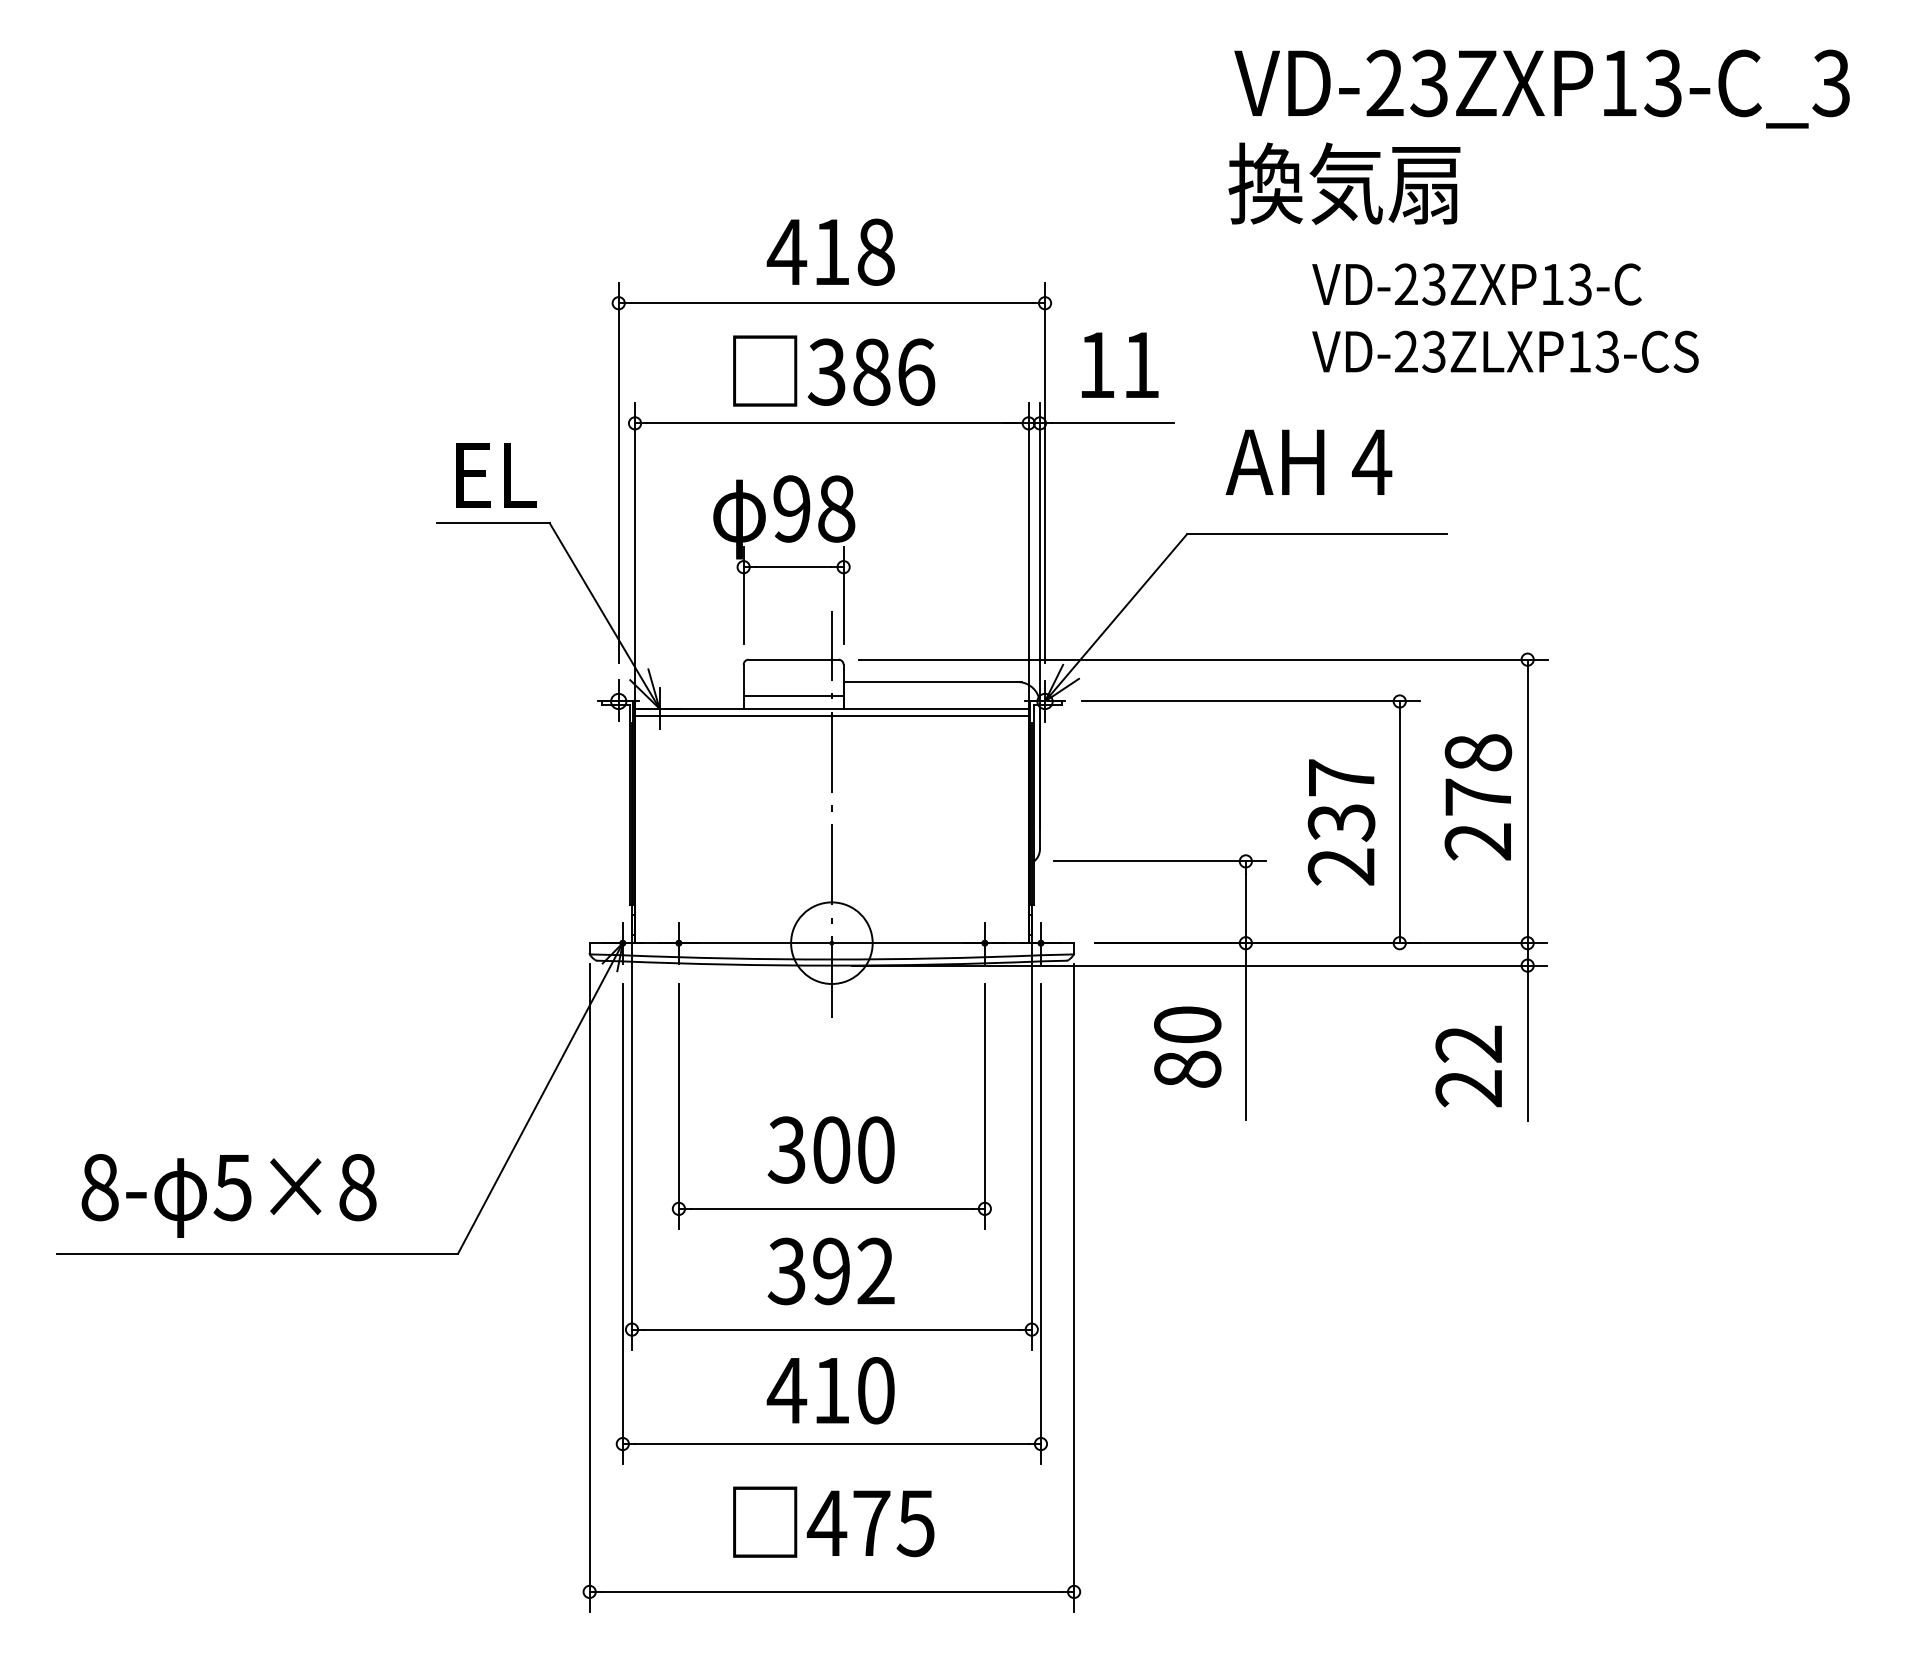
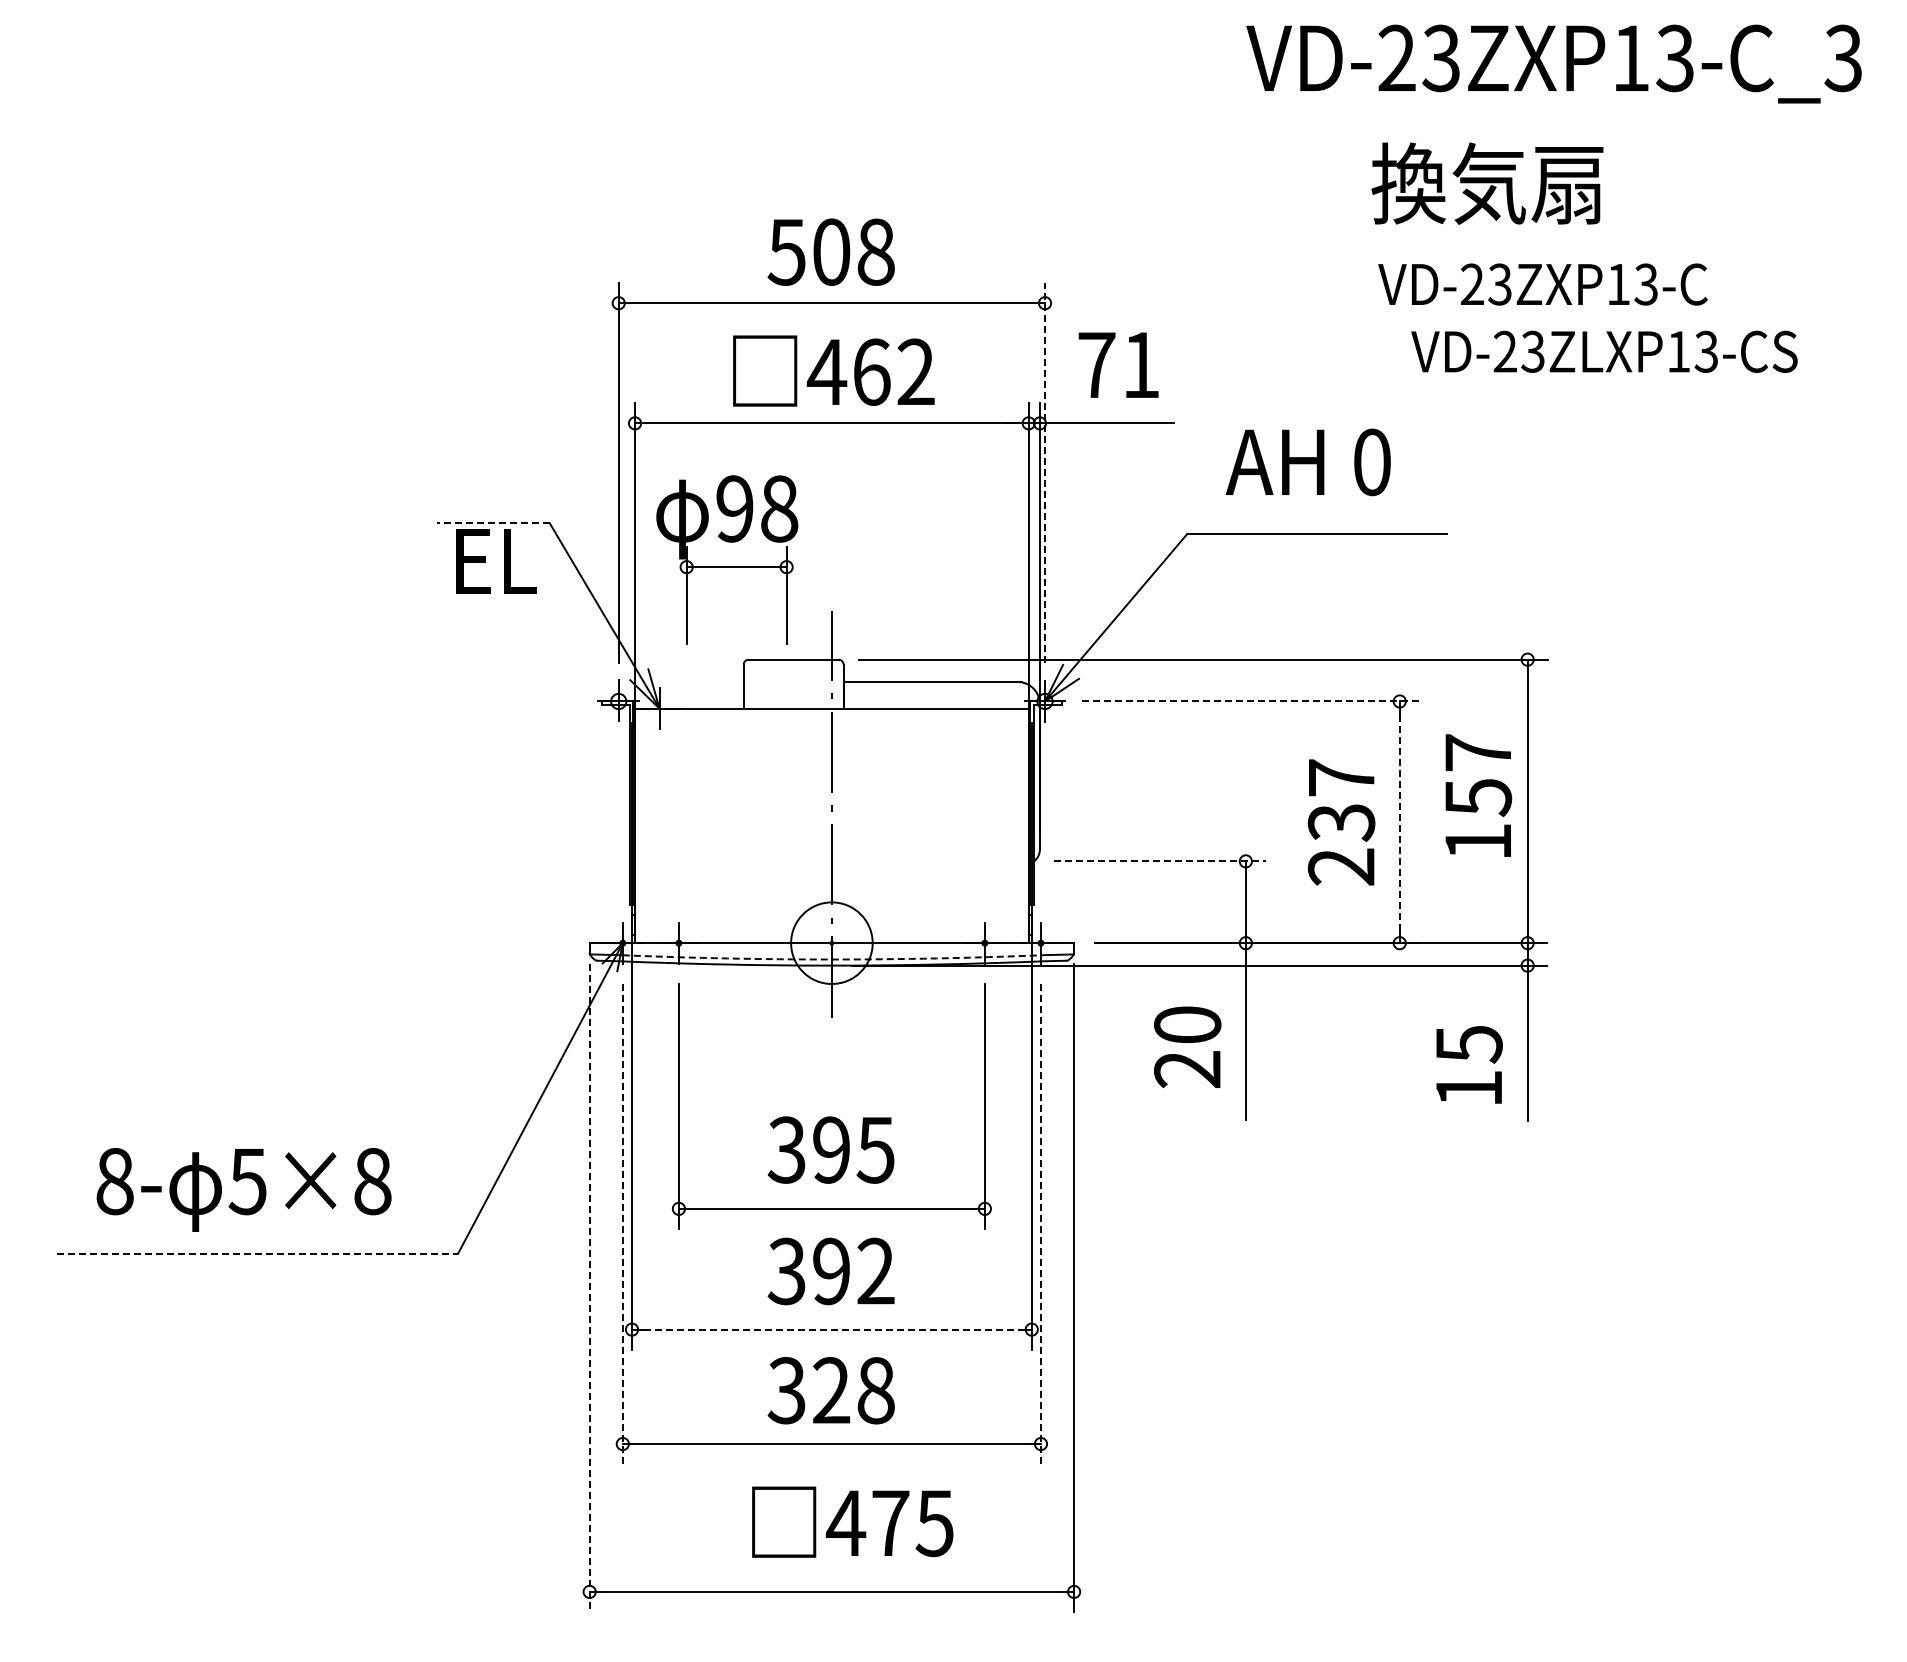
text at (1541, 88) position: (1541, 88) -> (1553, 63)
text at (1344, 183) position: (1344, 183) -> (1487, 183)
text at (808, 251): 418 -> 508
text at (1476, 284) position: (1476, 284) -> (1542, 284)
text at (1505, 351) position: (1505, 351) -> (1604, 351)
text at (1096, 364): 11 -> 71
text at (870, 371): 386 -> 462
text at (1371, 462): 4 -> 0
line at (1045, 472): solid -> dashed
text at (496, 475) position: (496, 475) -> (496, 561)
line at (493, 523): solid -> dashed
part at (784, 566) position: (784, 566) -> (727, 566)
line at (793, 696): present -> none
line at (1251, 701): solid -> dashed
line at (831, 715): present -> none
text at (1478, 797): 278 -> 157
line at (1399, 822): solid -> dashed
line at (1160, 861): solid -> dashed
arc at (831, 959): solid -> dashed
text at (1468, 1066): 22 -> 15
text at (1187, 1069): 80 -> 20
text at (853, 1149): 300 -> 395
text at (228, 1195) position: (228, 1195) -> (243, 1189)
line at (622, 1224): solid -> dashed
line at (1040, 1224): solid -> dashed
line at (258, 1253): solid -> dashed
line at (589, 1288): solid -> dashed
line at (831, 1329): solid -> dashed
text at (830, 1390): 410 -> 328
text at (833, 1521) position: (833, 1521) -> (852, 1521)
